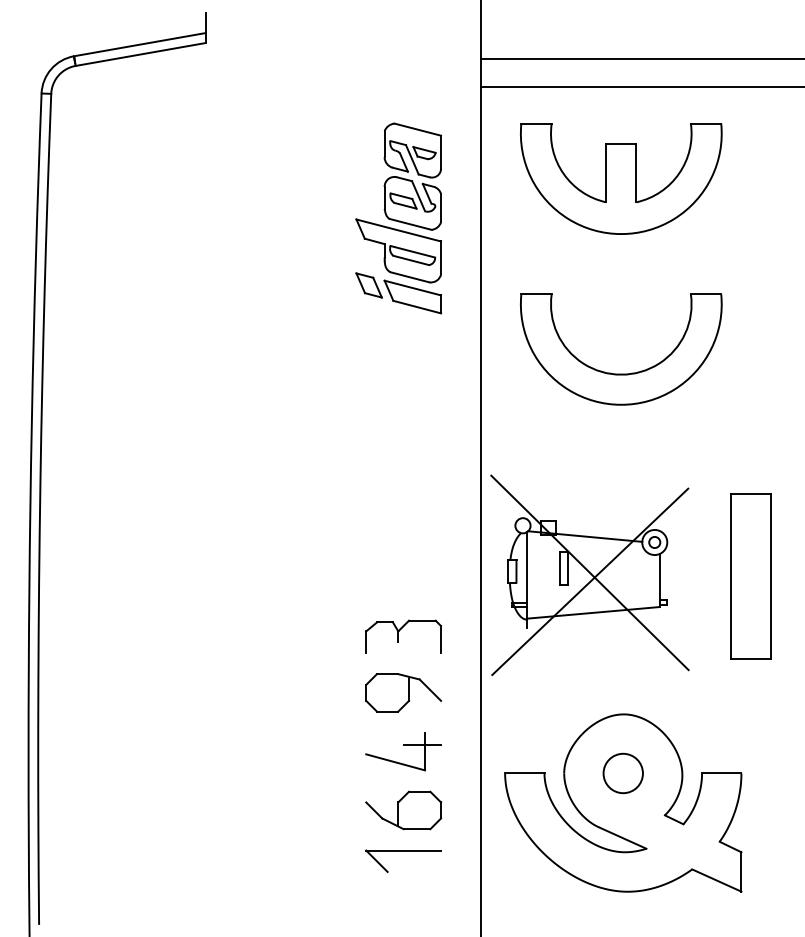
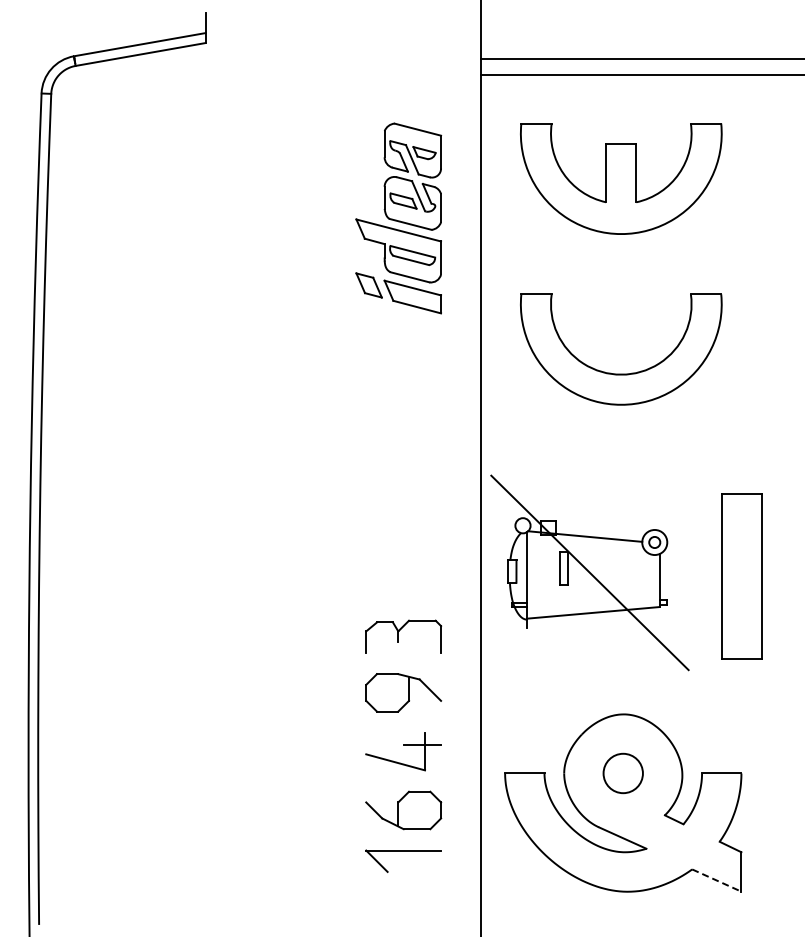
line at (641, 86) position: (641, 86) -> (641, 74)
part at (750, 576) position: (750, 576) -> (741, 576)
line at (590, 581): present -> none
line at (716, 880): solid -> dashed
